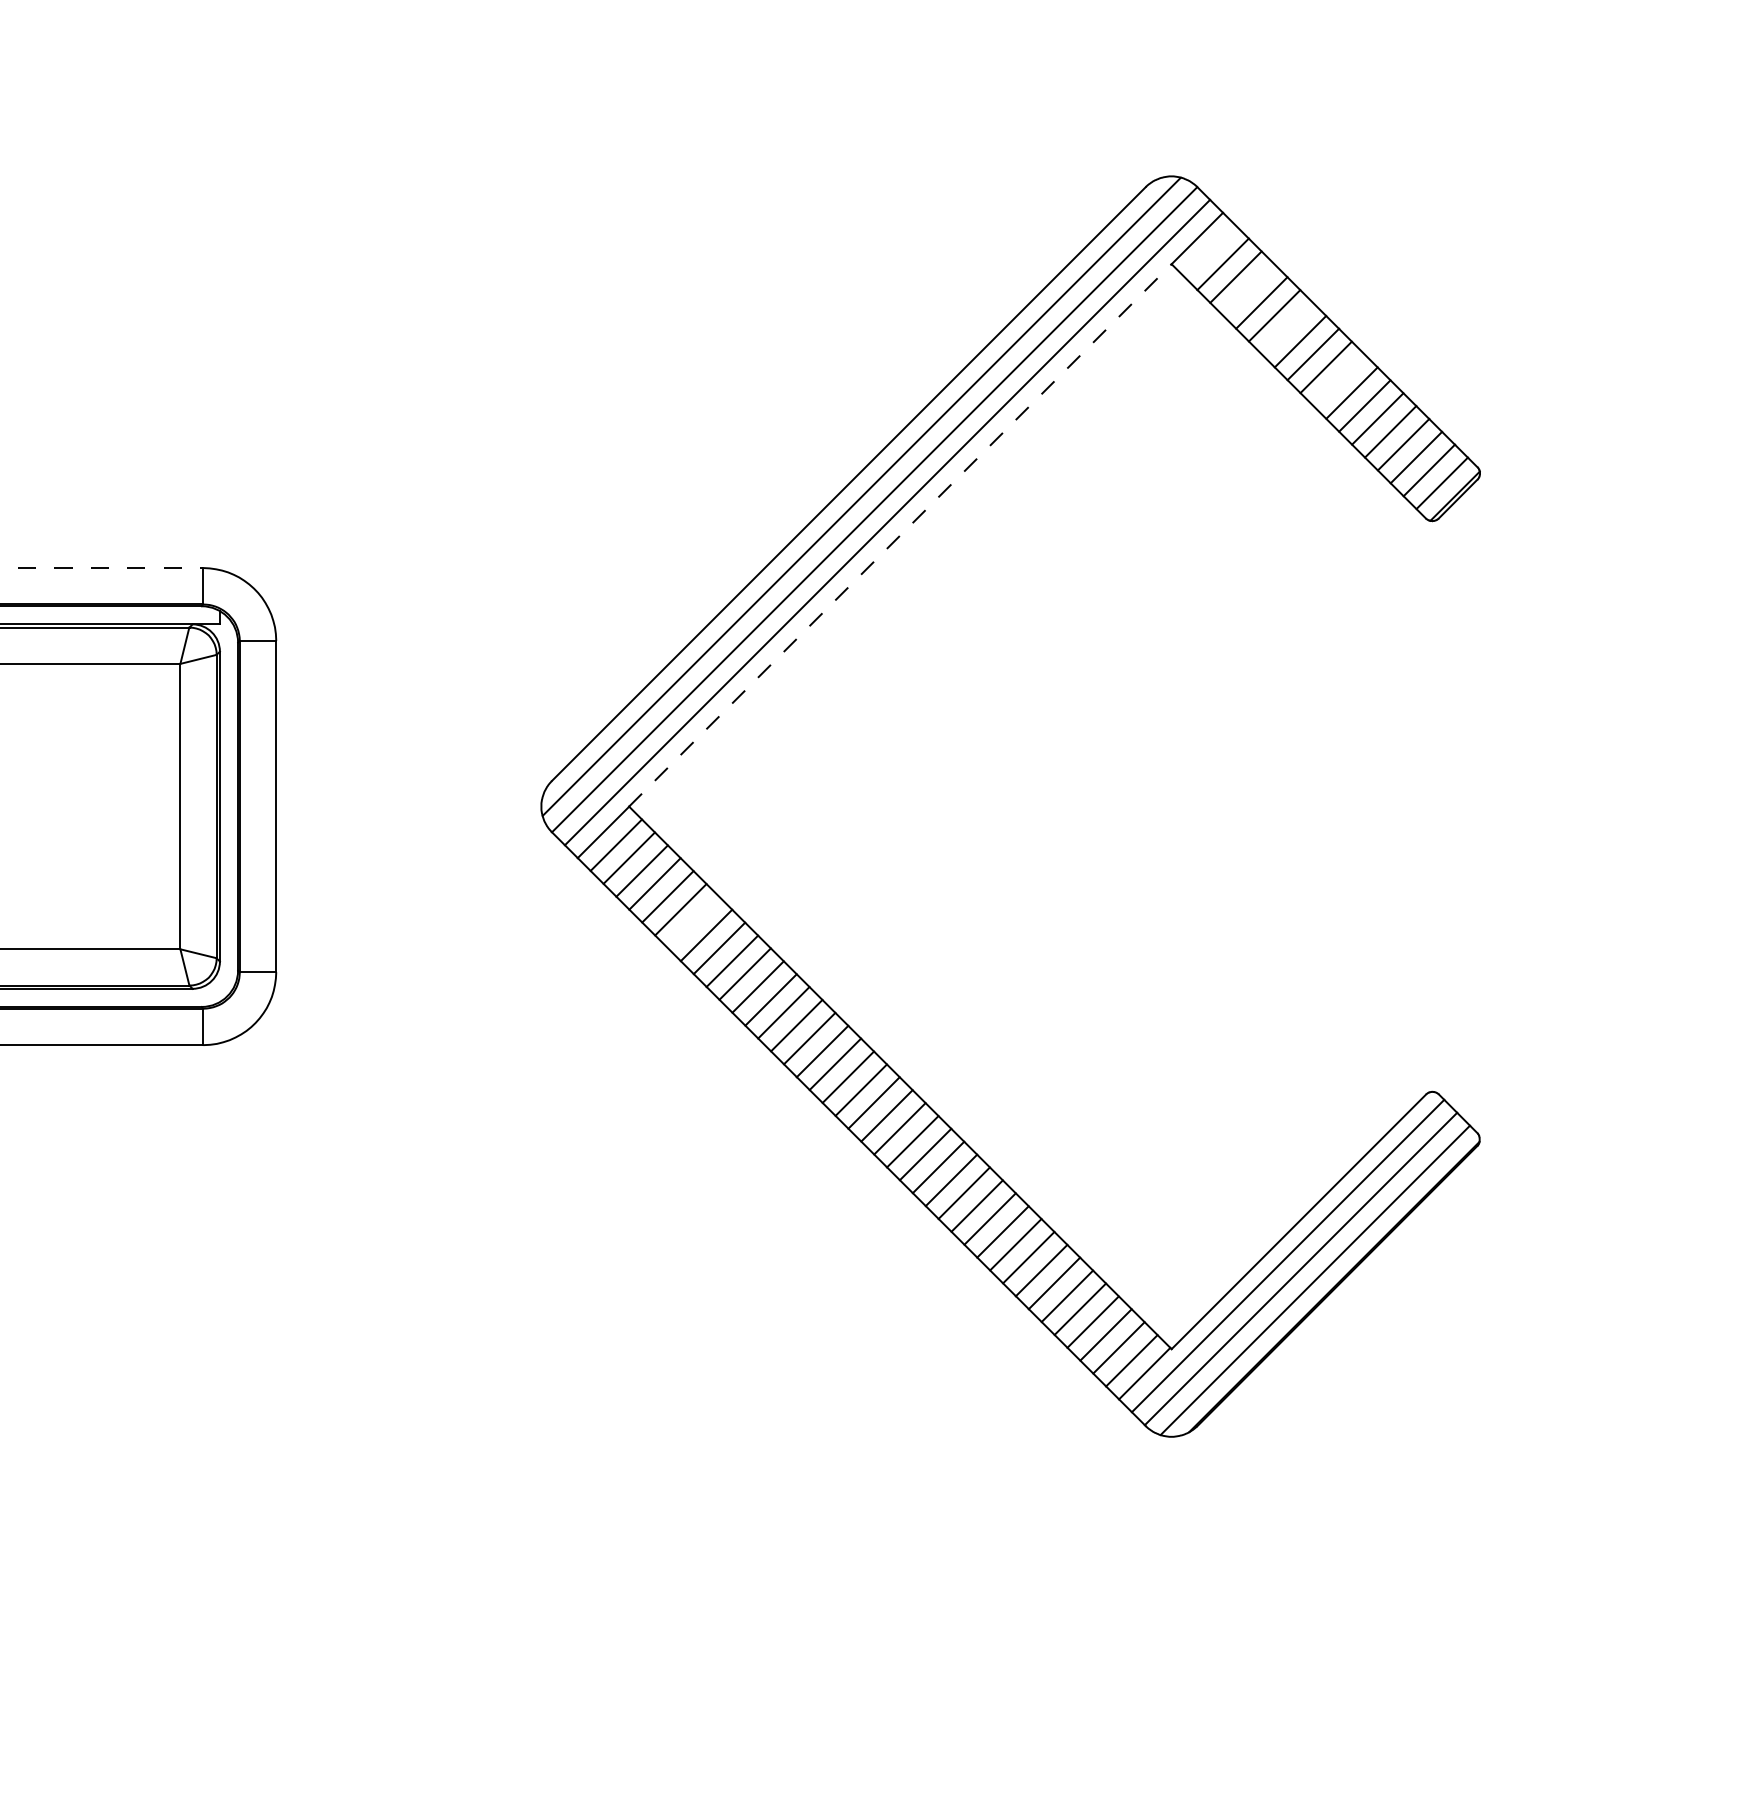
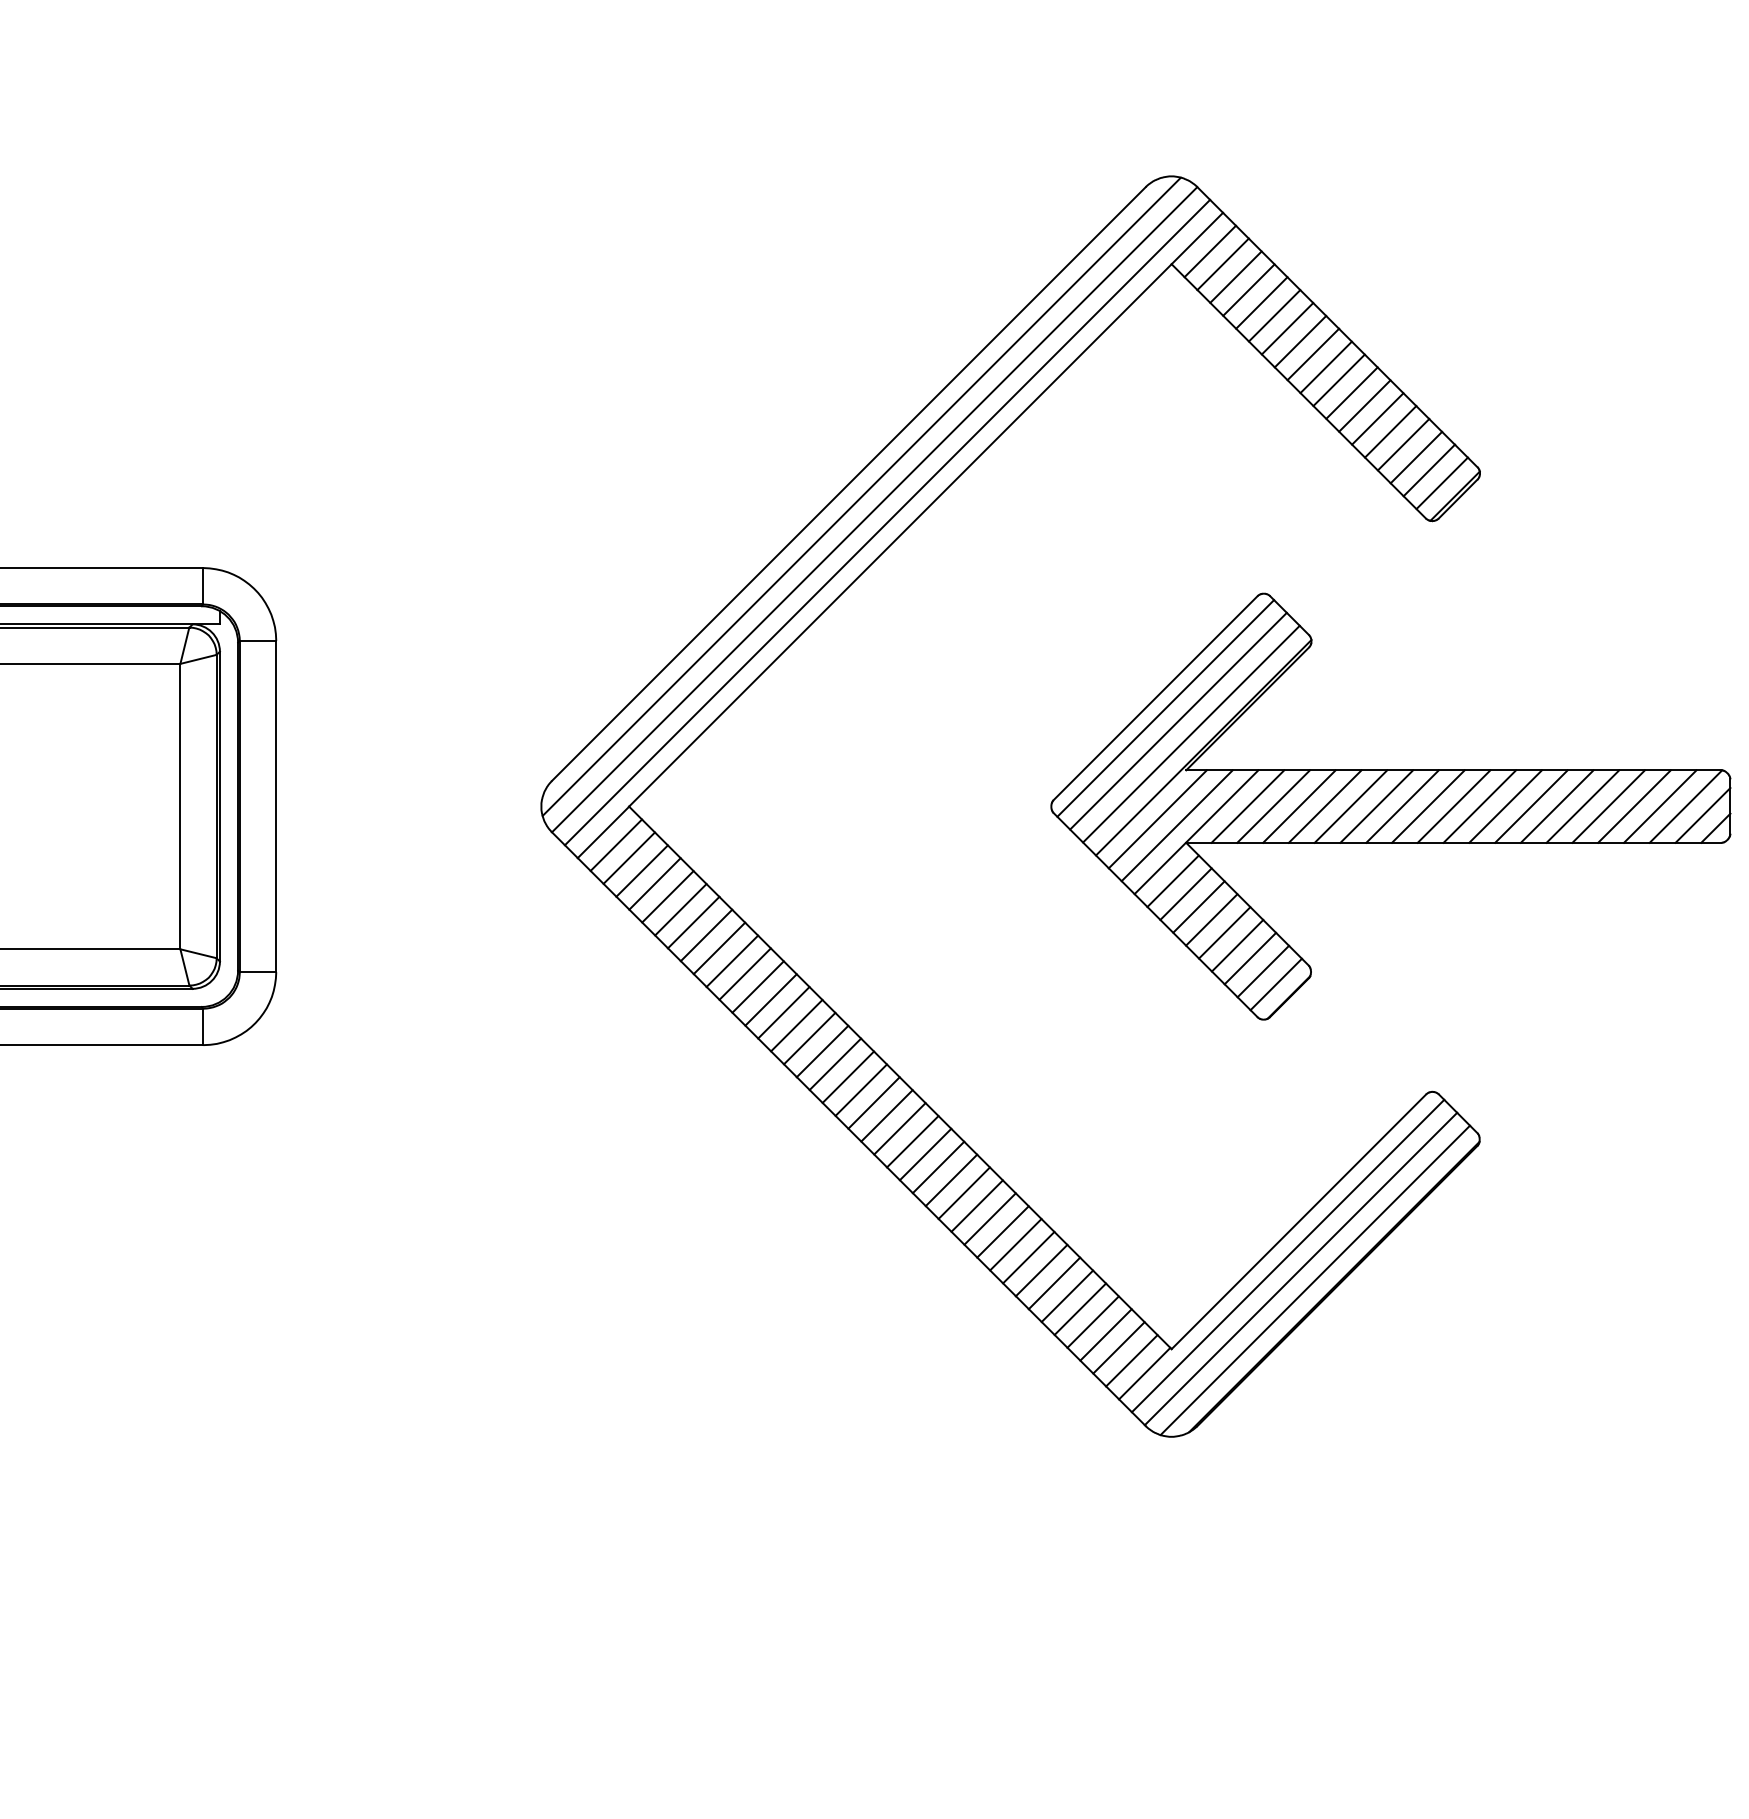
line at (1209, 251): none -> present
line at (1248, 289): none -> present
line at (1287, 328): none -> present
line at (1338, 380): none -> present
line at (900, 535): dashed -> solid
line at (102, 568): dashed -> solid
part at (1390, 806): none -> present
line at (693, 922): none -> present
